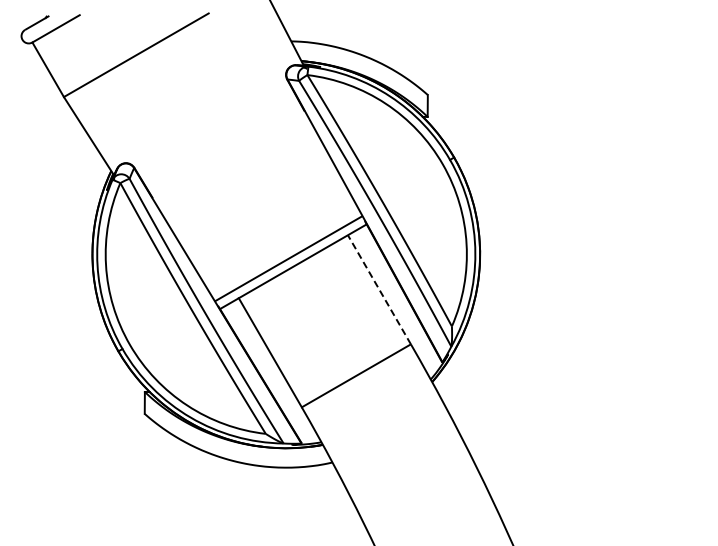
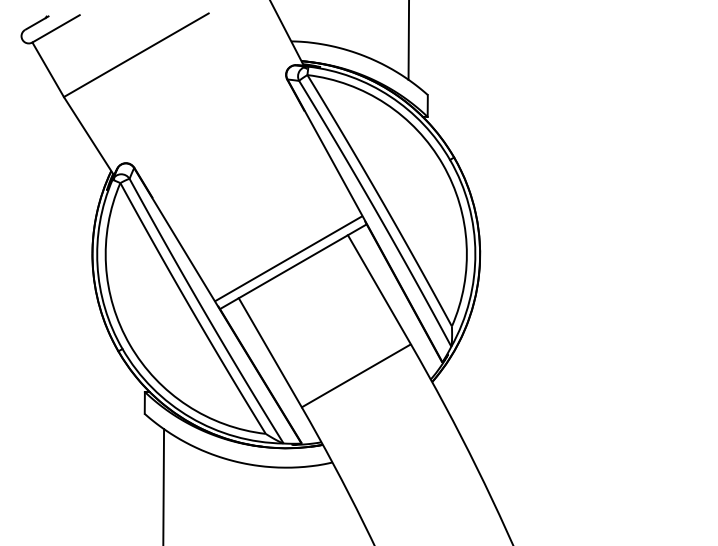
line at (408, 40): none -> present
line at (379, 289): dashed -> solid
line at (163, 485): none -> present
